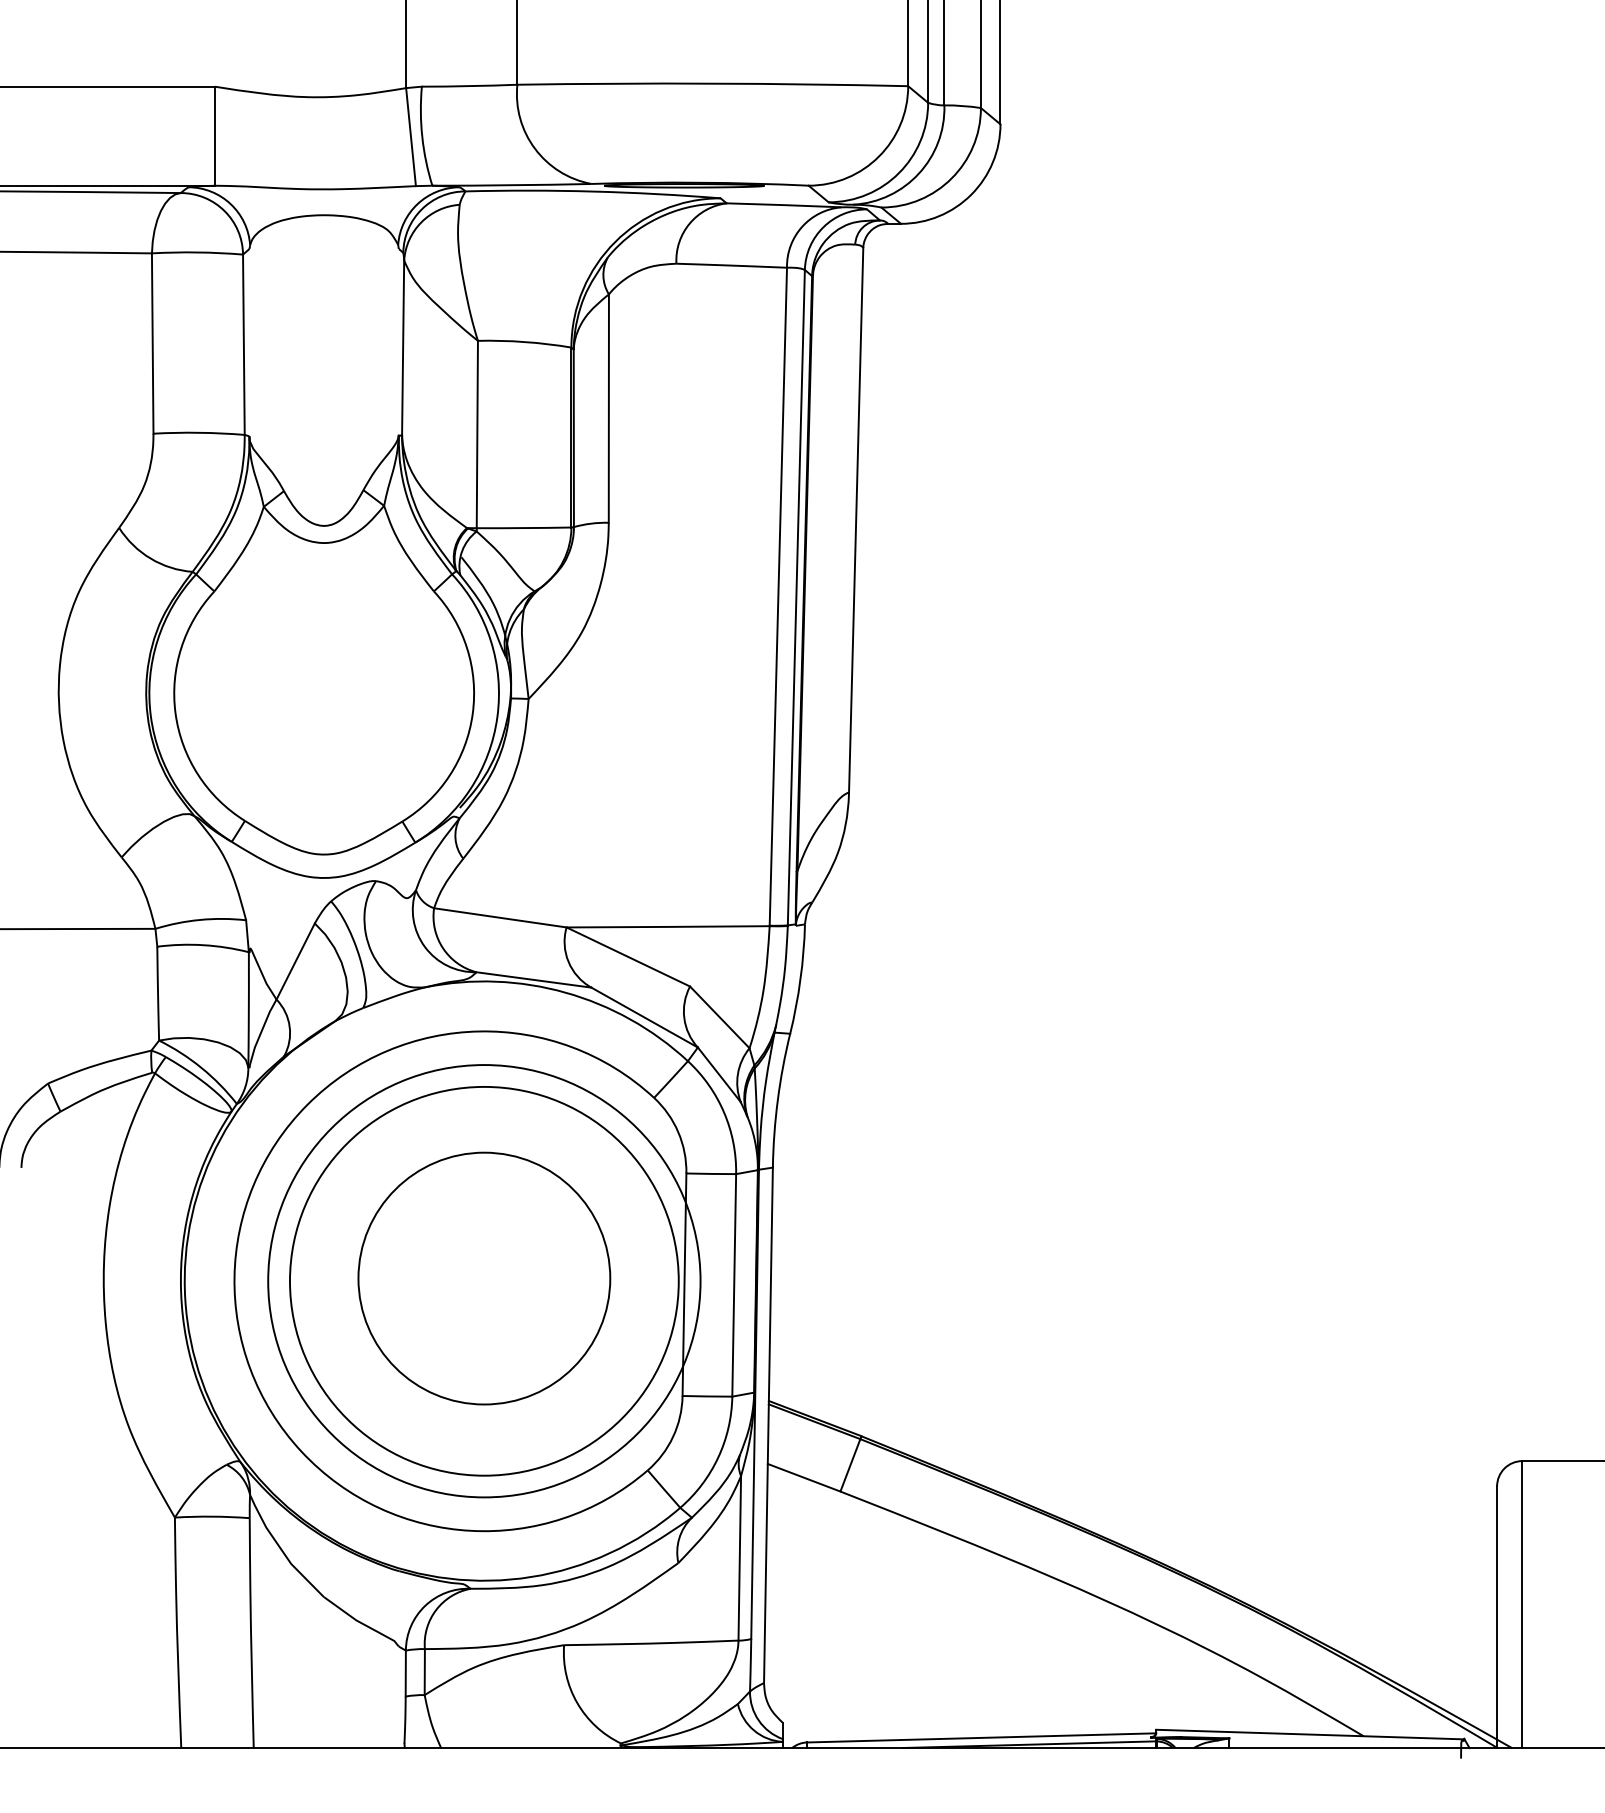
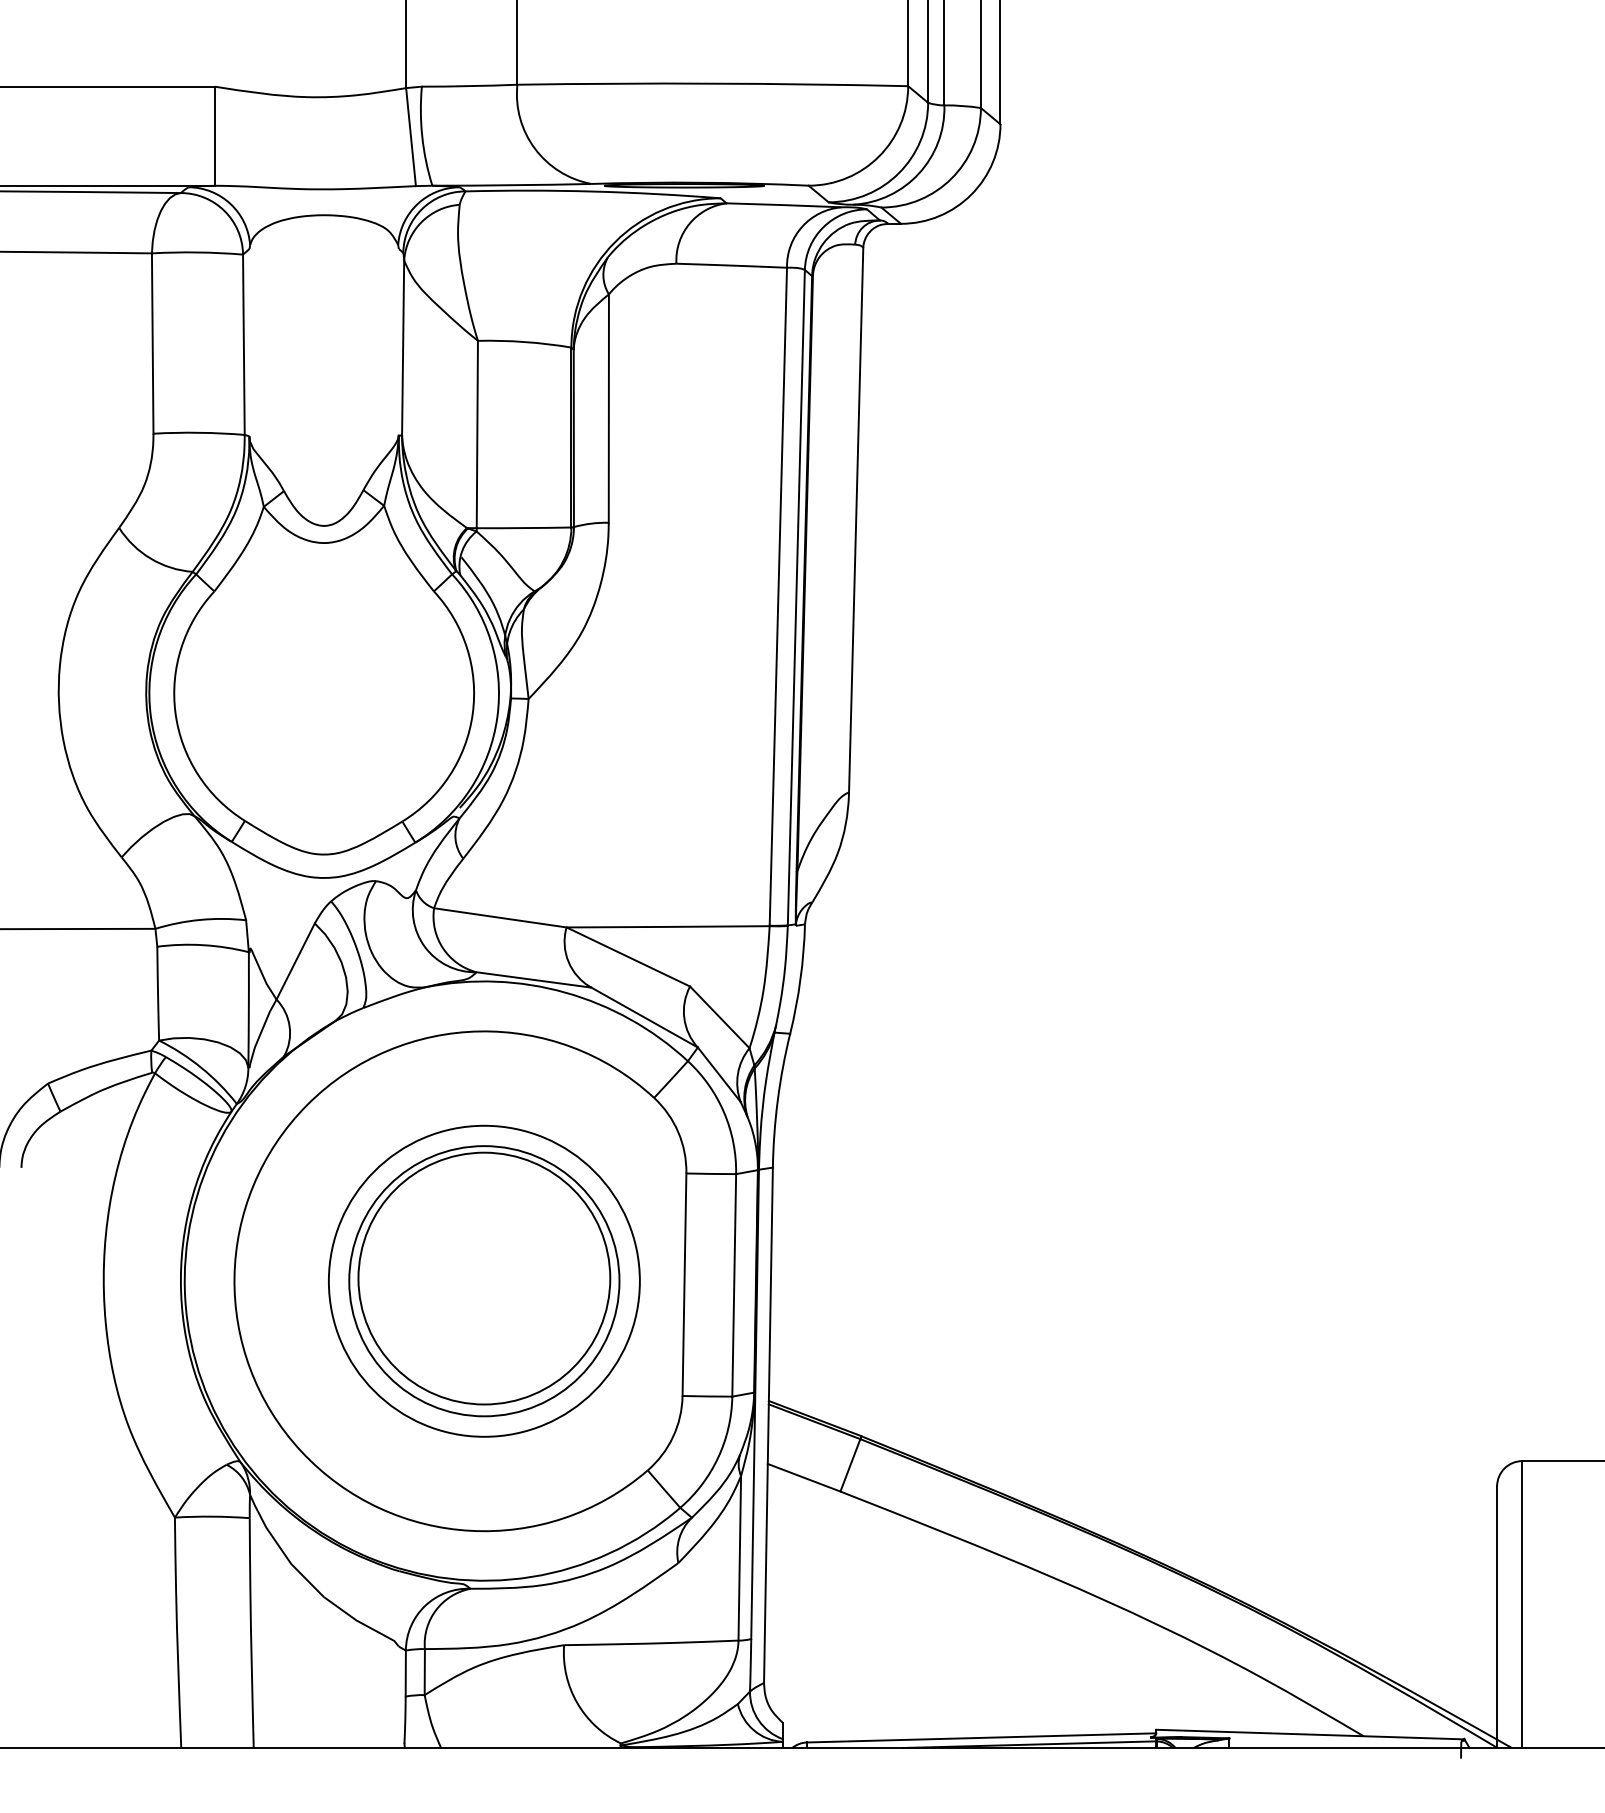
circle at (483, 1280) diameter: 389 px -> 311 px
circle at (484, 1281) diameter: 432 px -> 270 px
